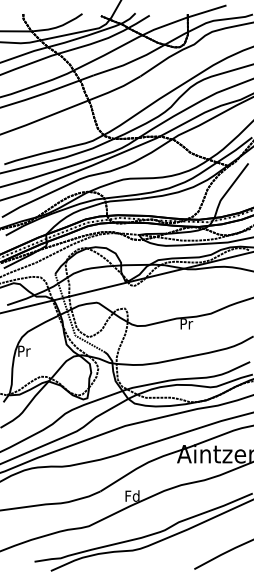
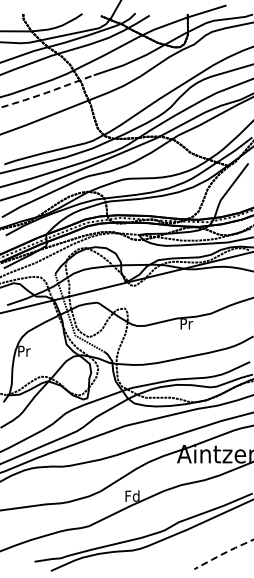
line at (45, 93): solid -> dashed
line at (223, 553): solid -> dashed
